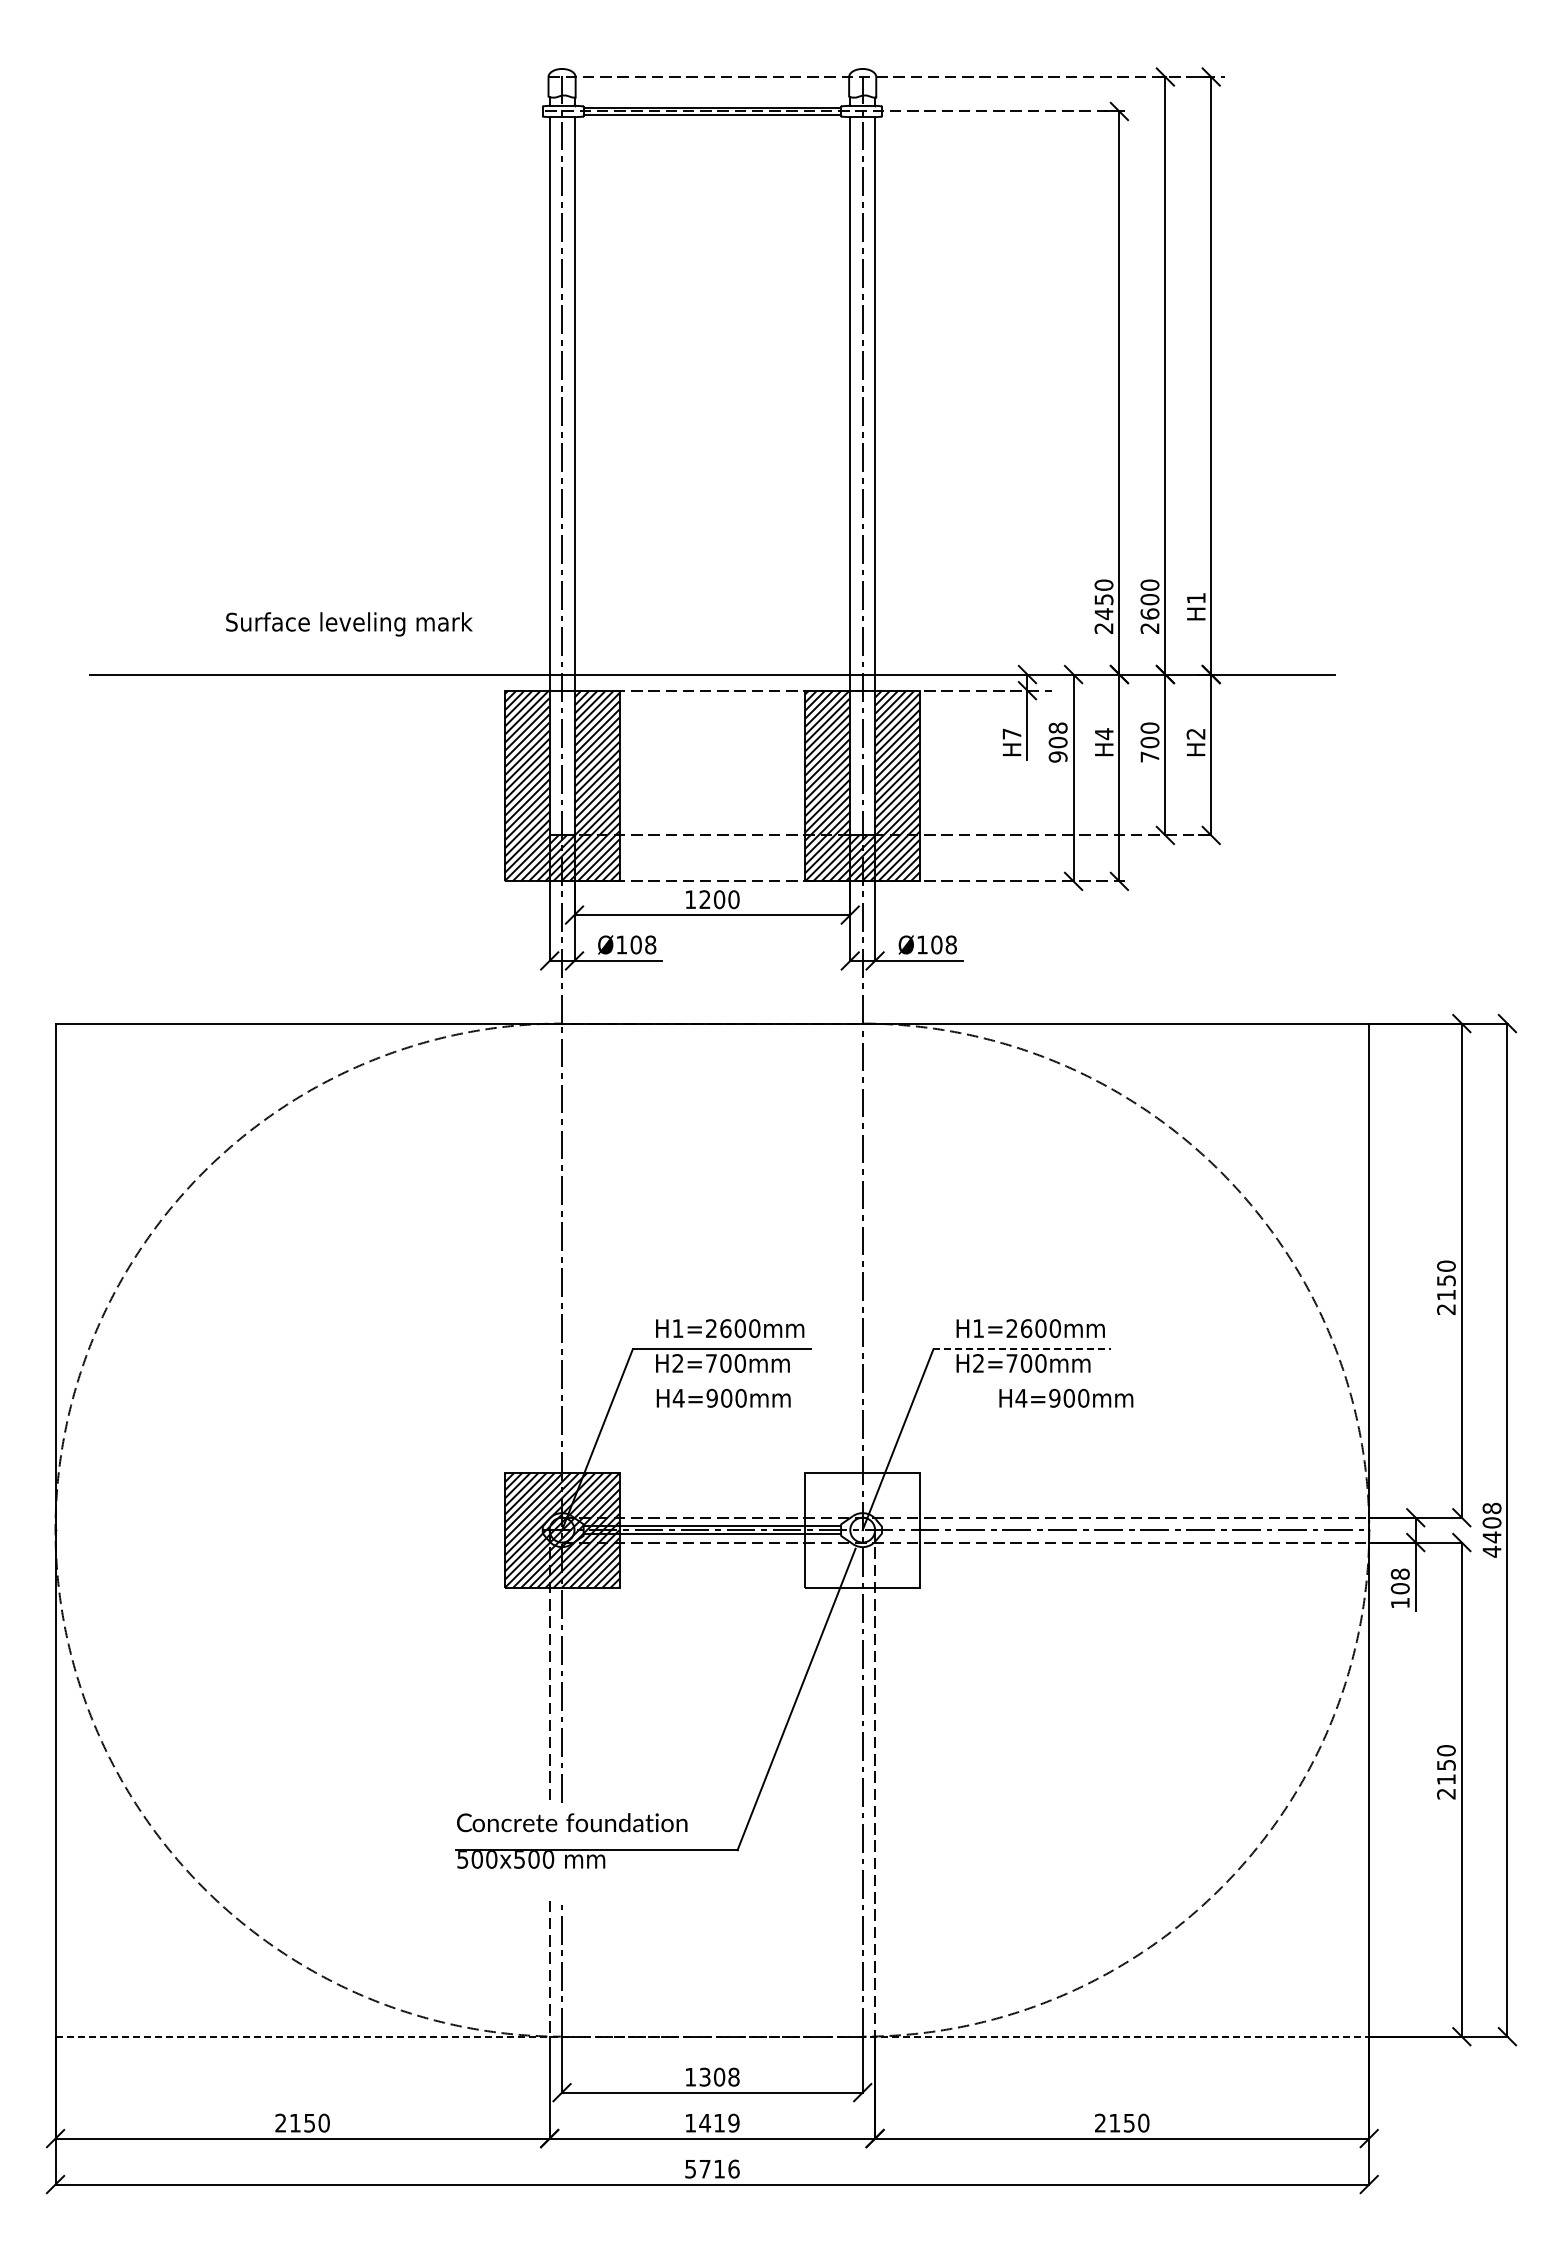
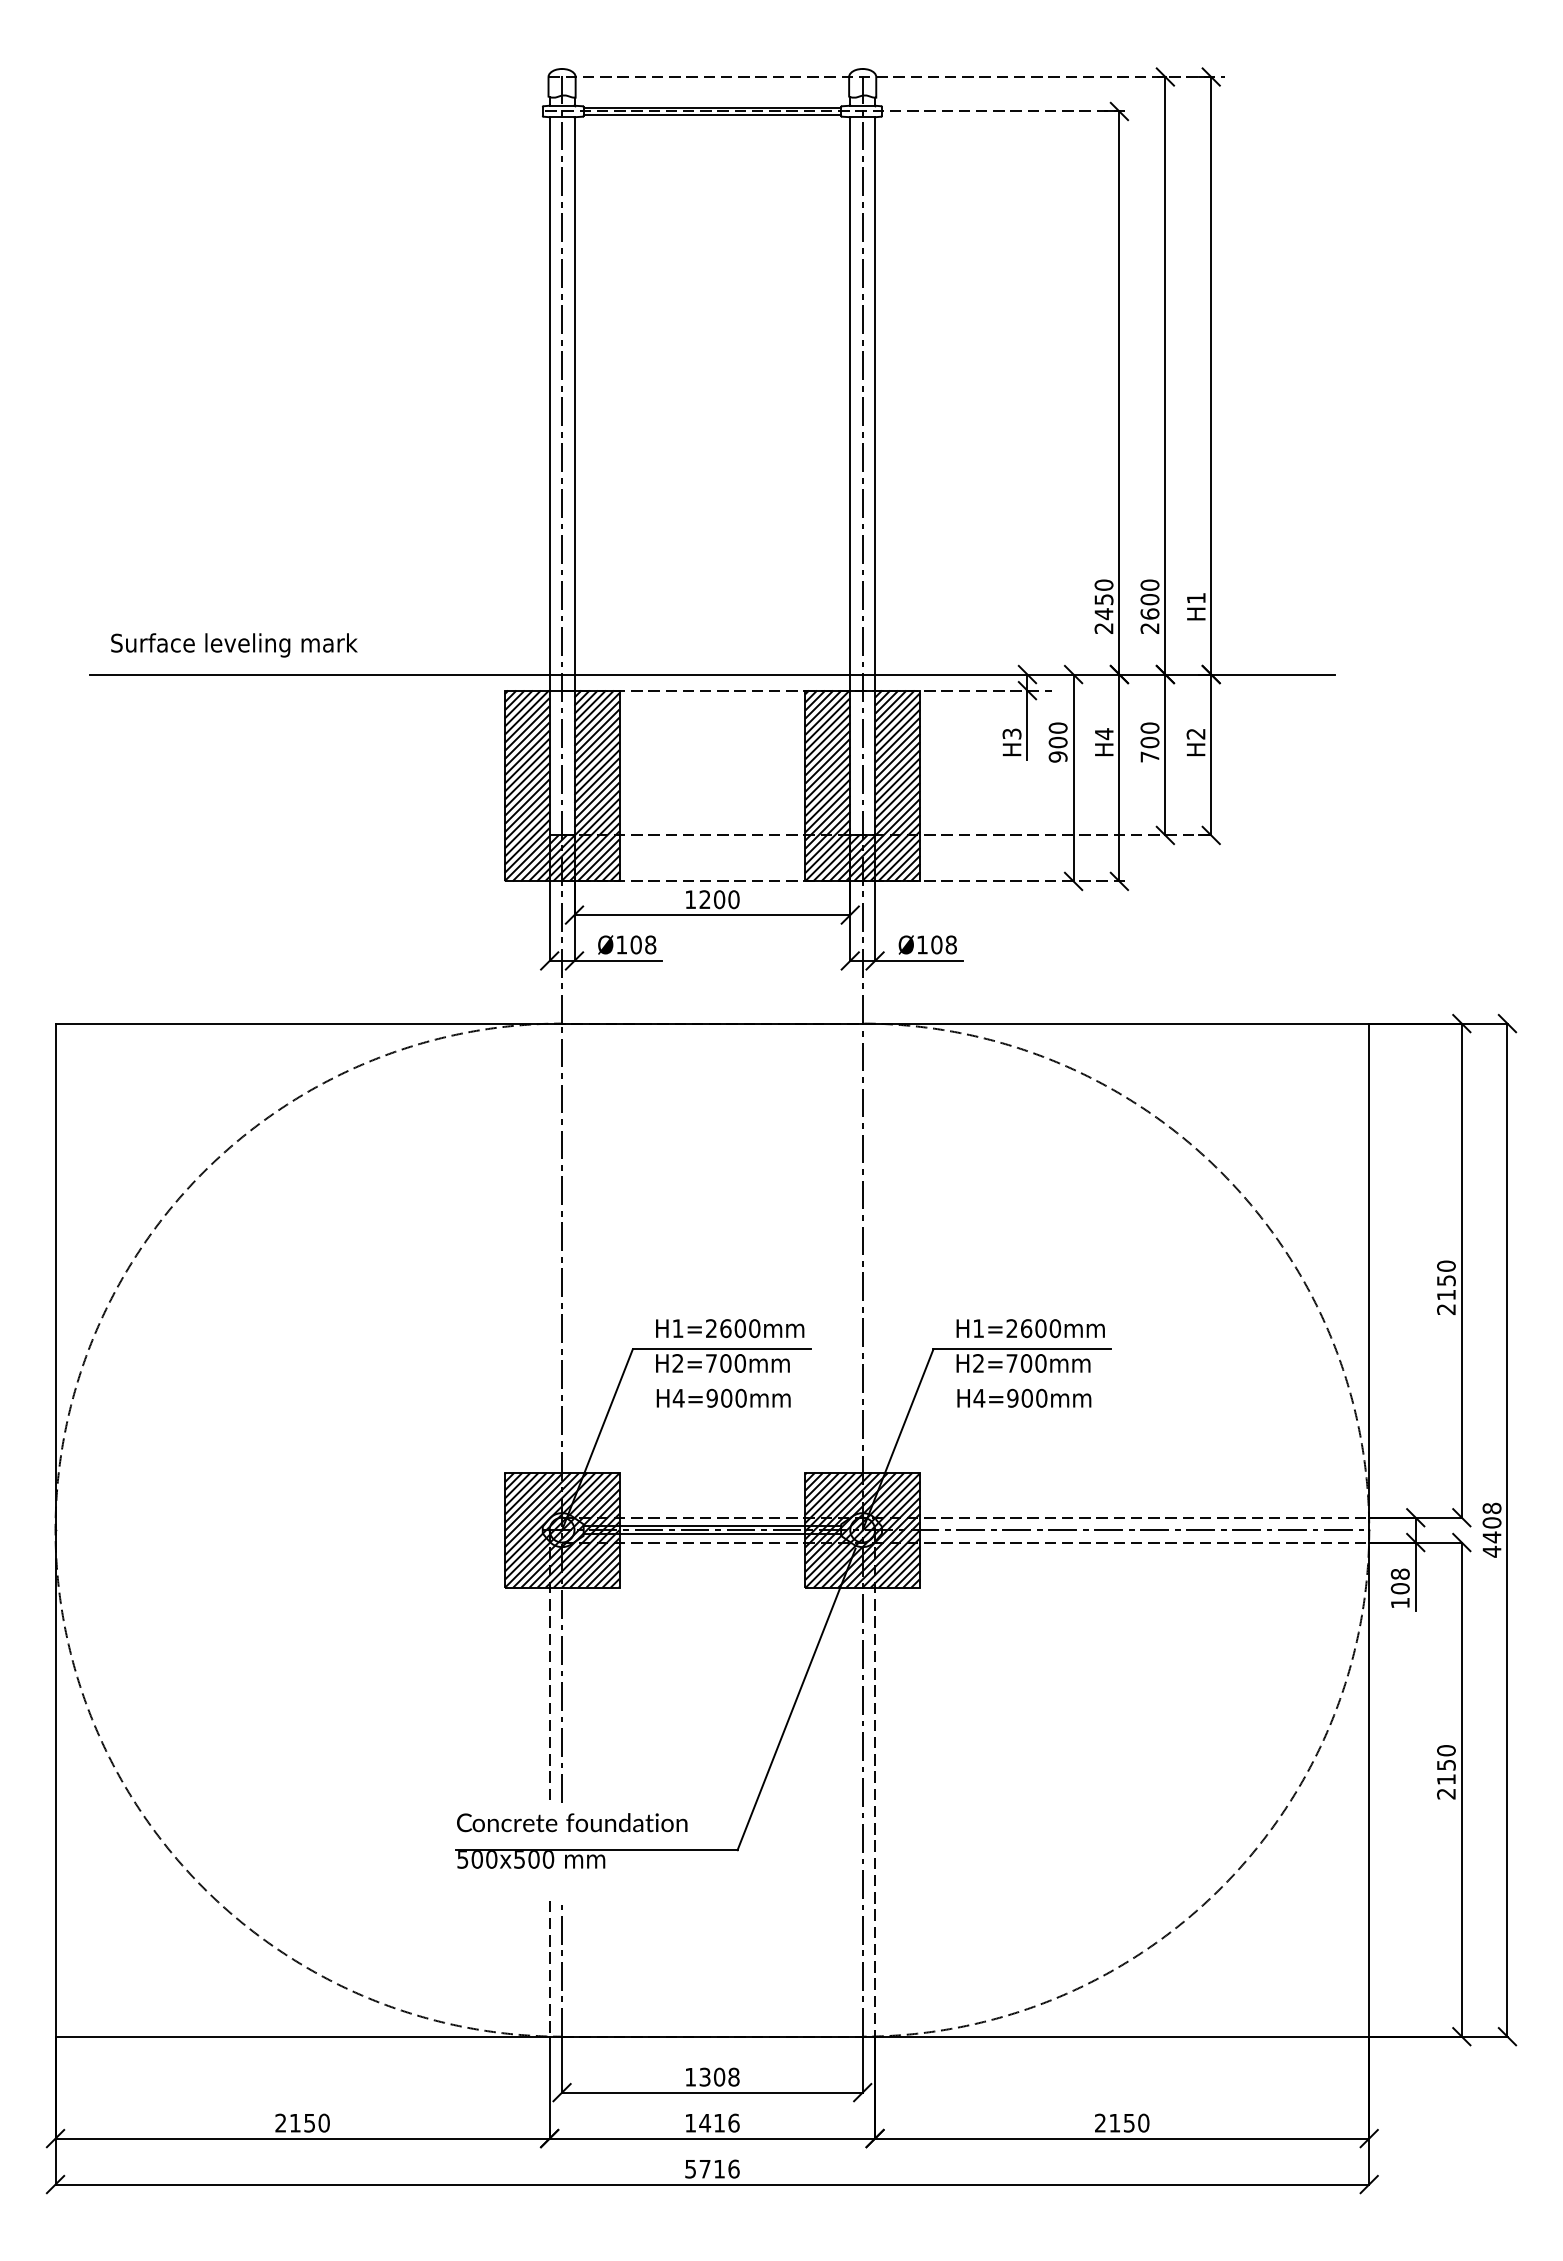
text at (349, 624) position: (349, 624) -> (234, 645)
text at (1058, 727): 908 -> 900
text at (1011, 733): H7 -> H3
line at (1022, 1349): dashed -> solid
text at (1066, 1397) position: (1066, 1397) -> (1024, 1397)
hatch at (862, 1529): none -> present
line at (712, 2036): dashed -> solid
text at (733, 2122): 1419 -> 1416
